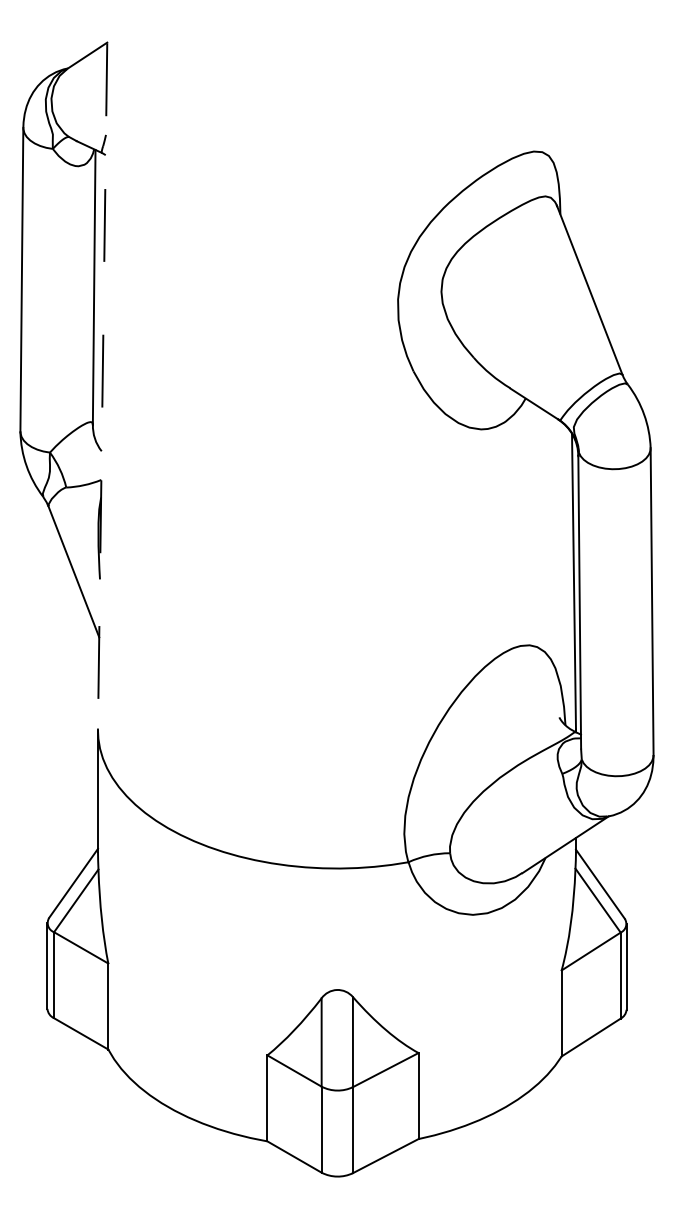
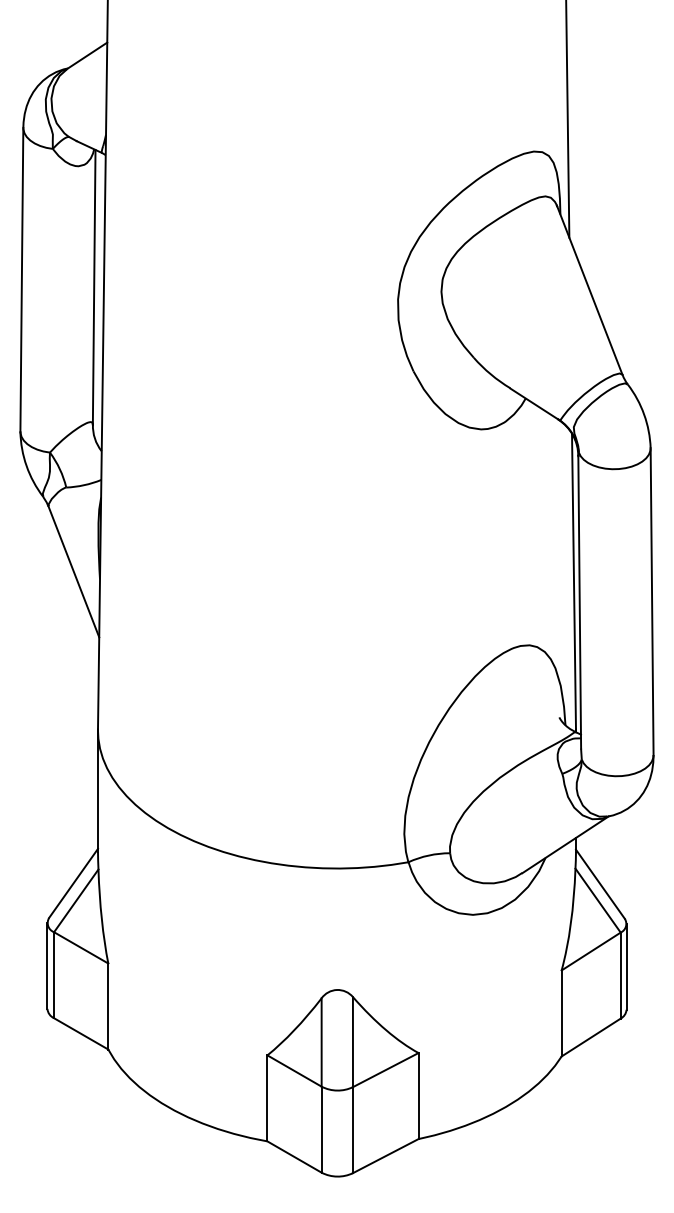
line at (567, 119): none -> present
line at (102, 365): dashed -> solid
